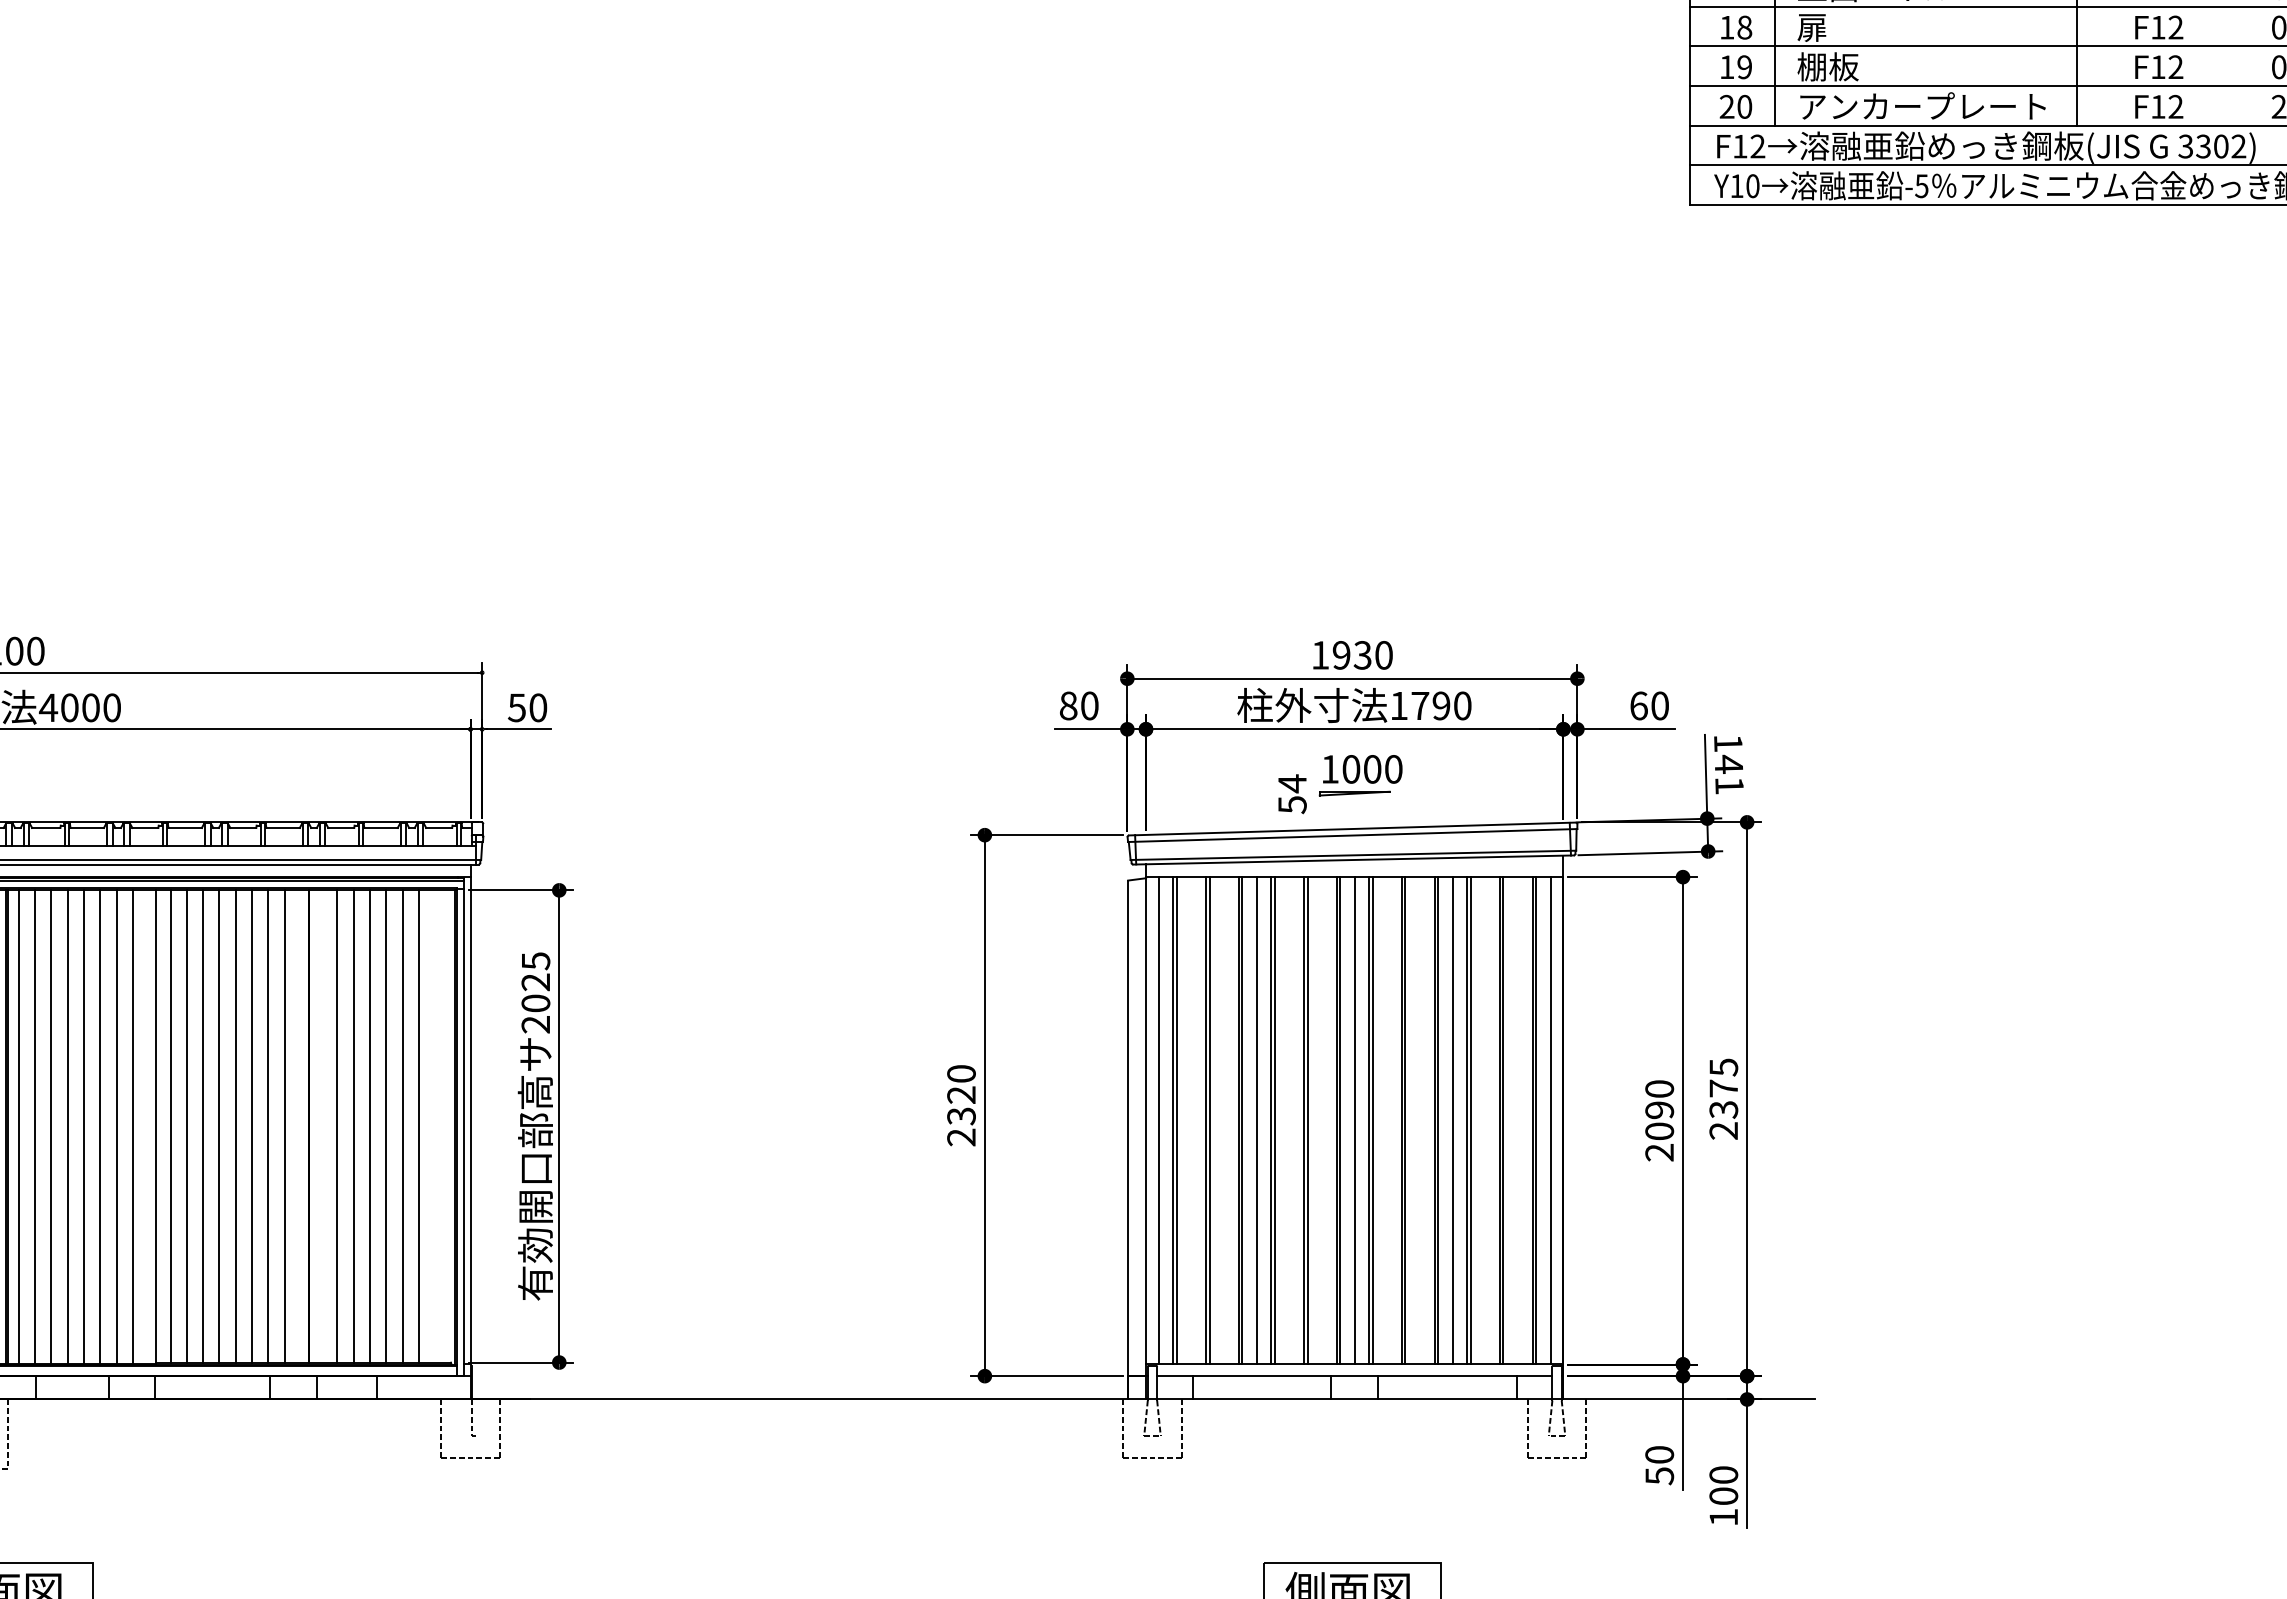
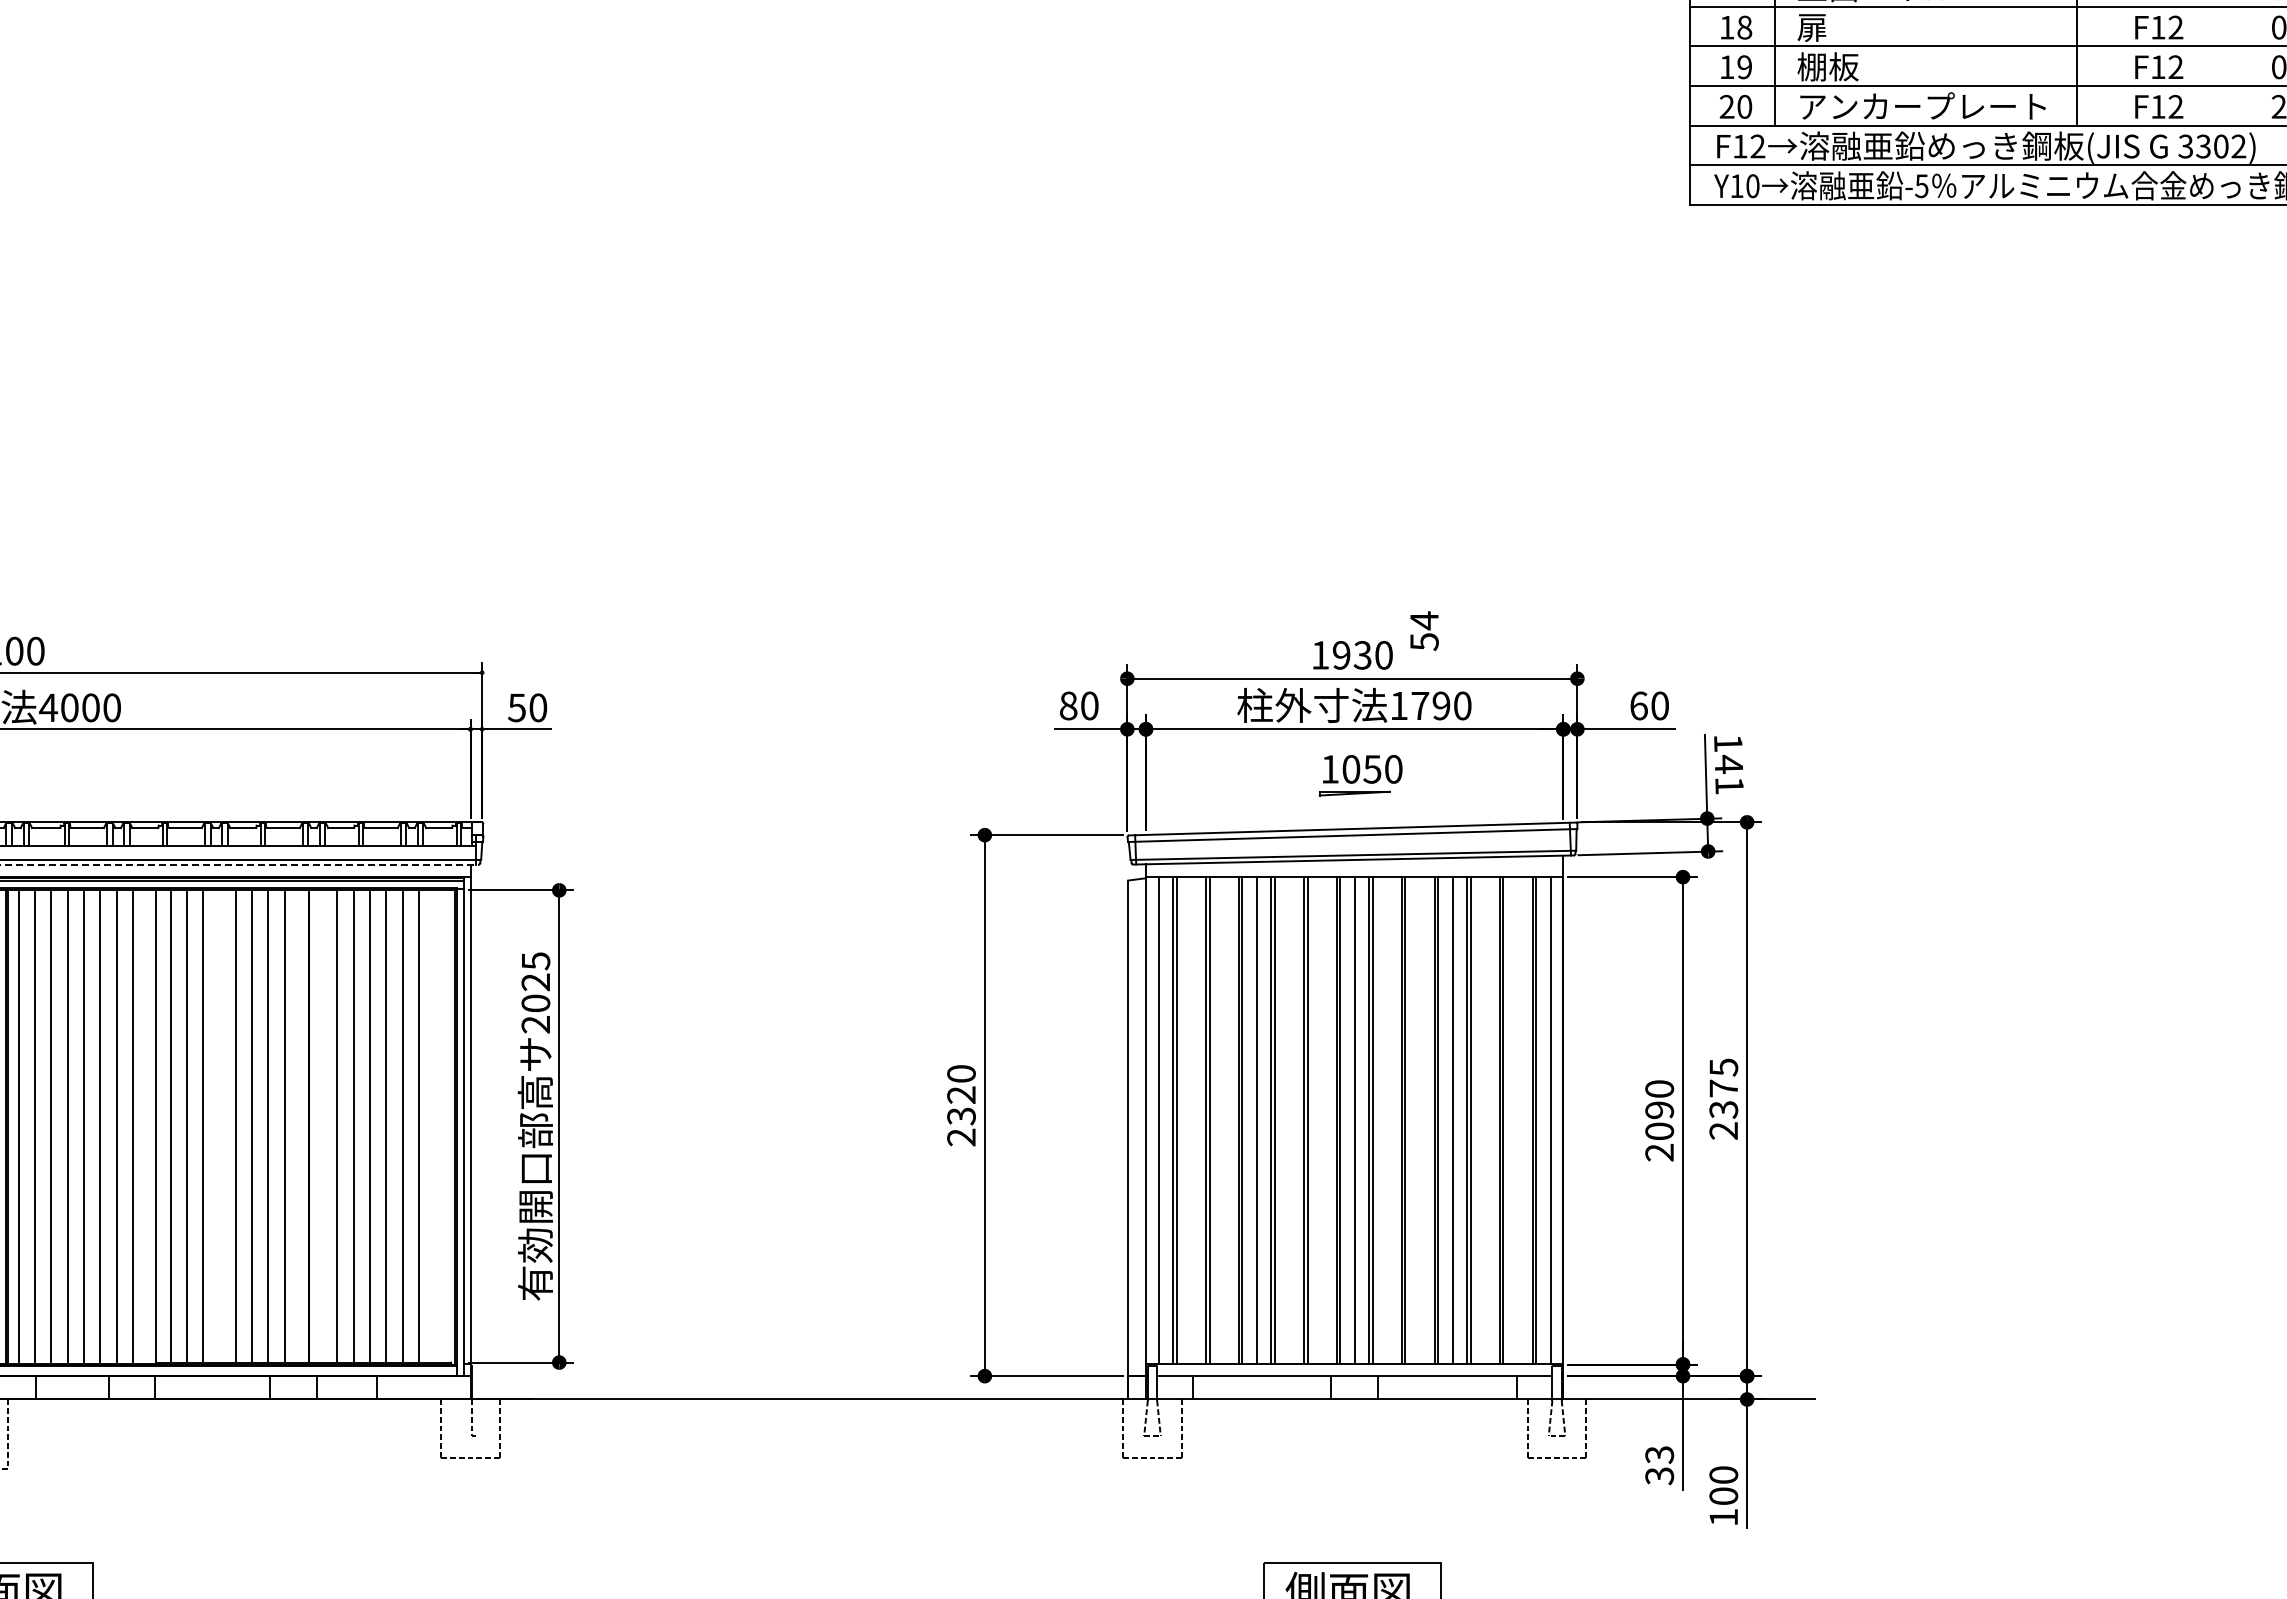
text at (1372, 769): 1000 -> 1050
text at (1292, 794) position: (1292, 794) -> (1424, 631)
line at (239, 864): solid -> dashed
line at (219, 1126): present -> none
text at (1659, 1465): 50 -> 33
